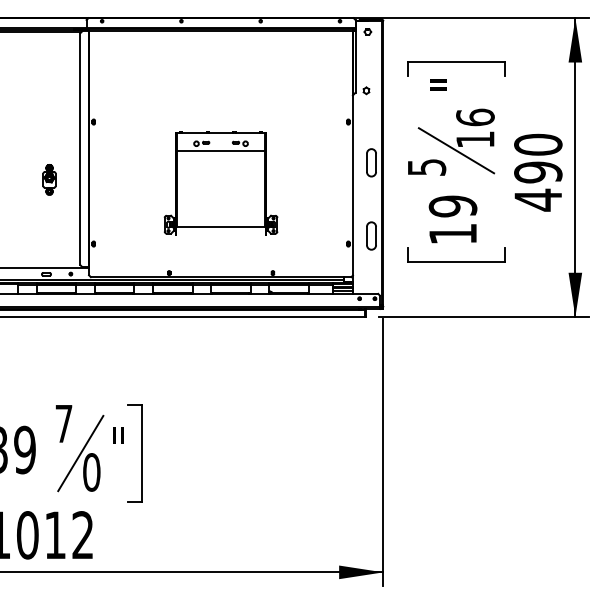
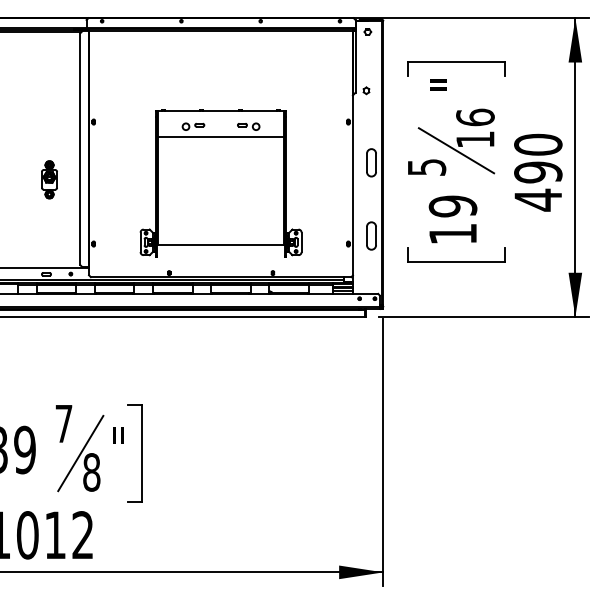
part at (49, 179) size: 15x32 px -> 17x40 px
part at (220, 183) size: 116x105 px -> 164x149 px
text at (91, 472): 0 -> 8
